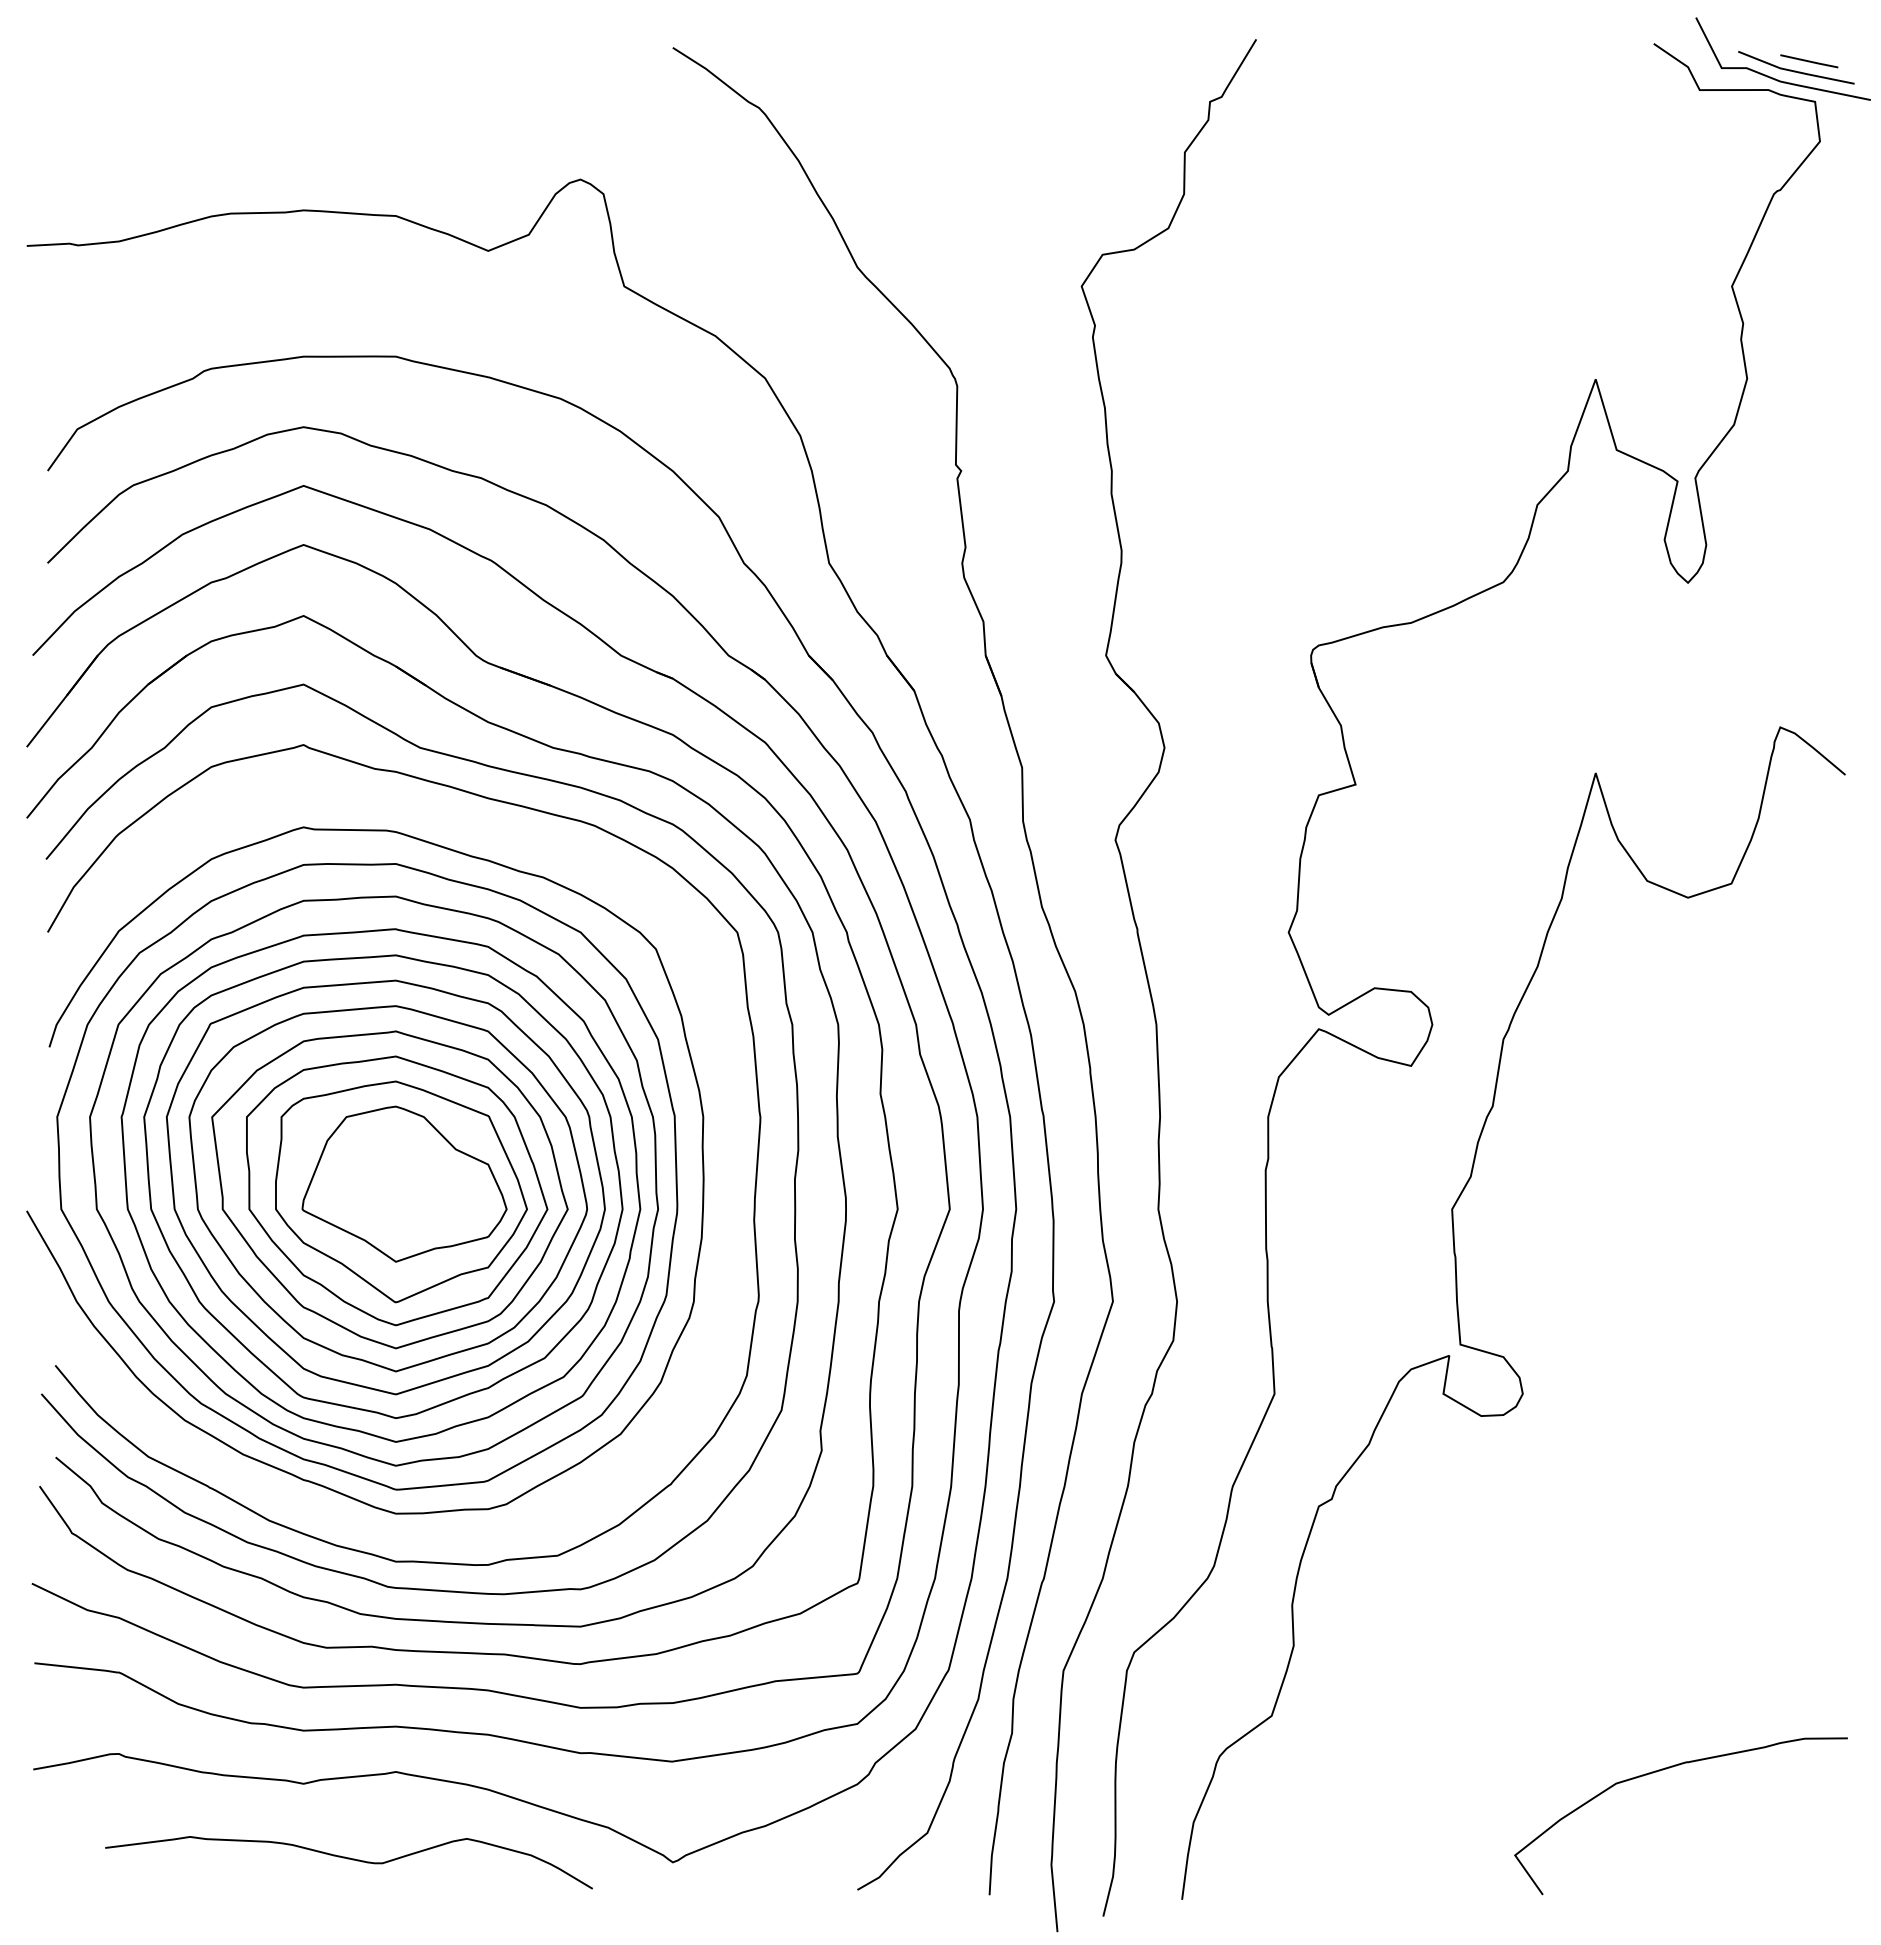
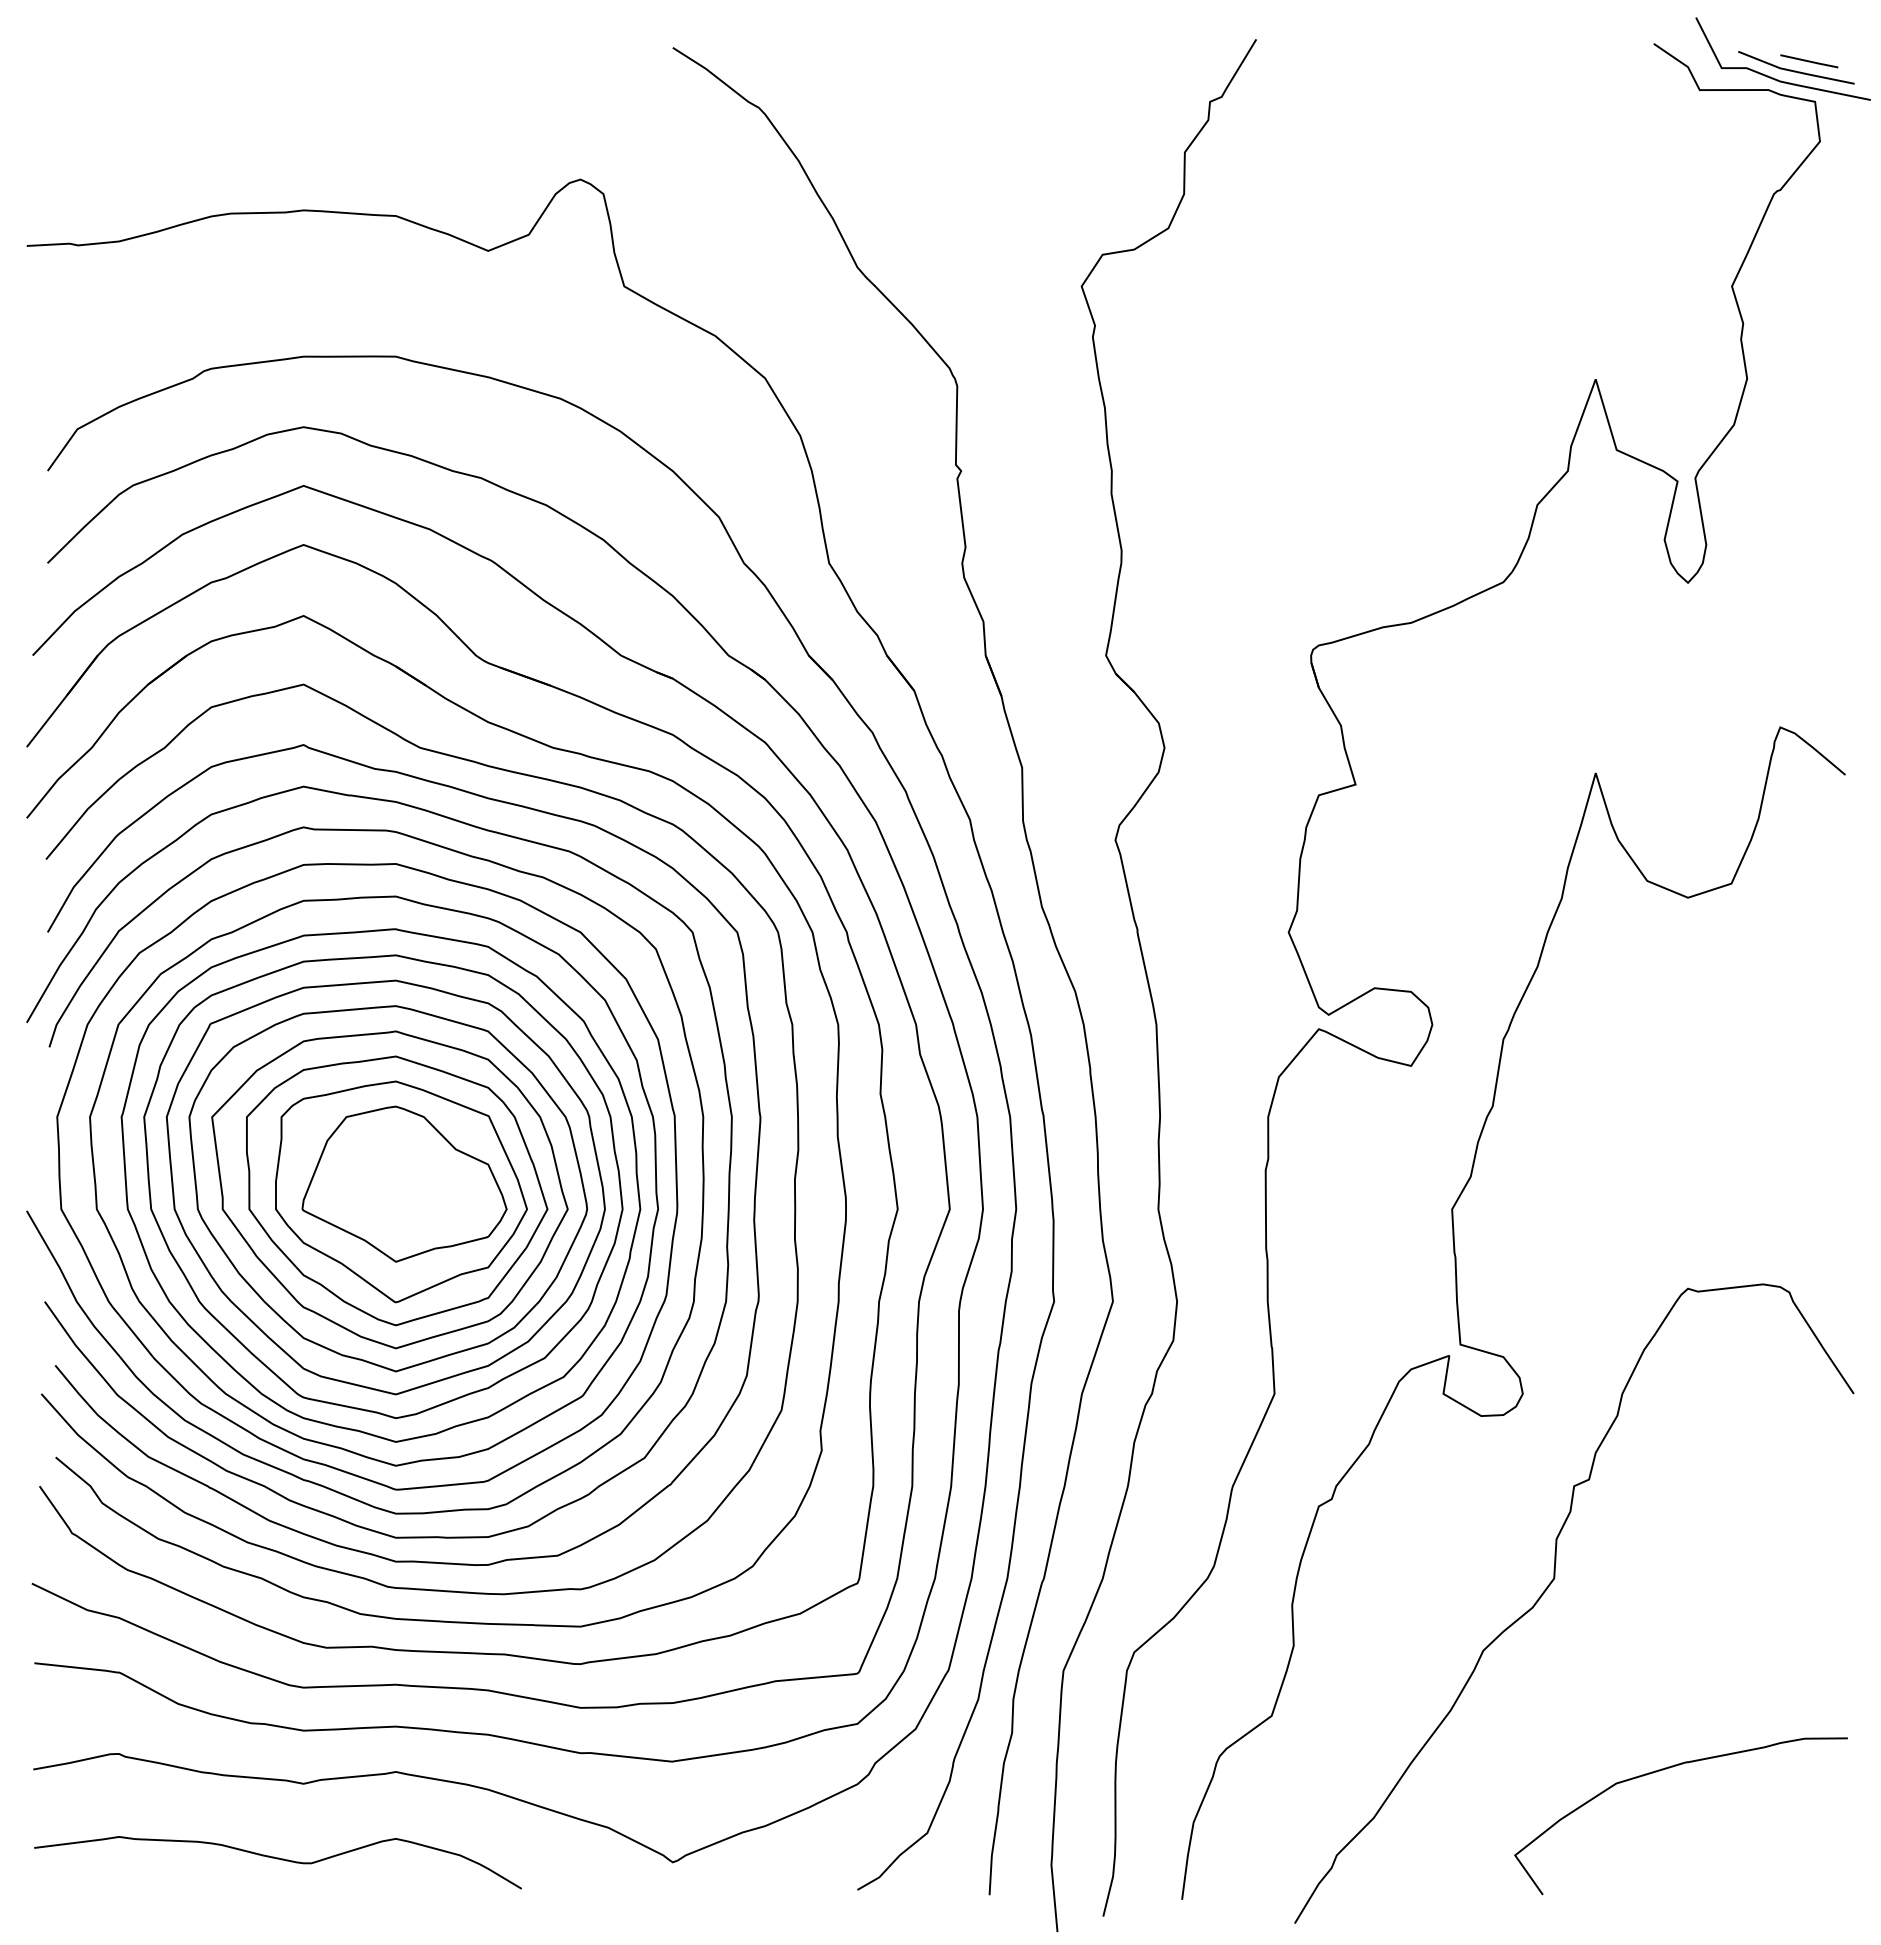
curve at (208, 1458): none -> present
curve at (1550, 1585): none -> present
curve at (348, 1859) position: (348, 1859) -> (277, 1859)
